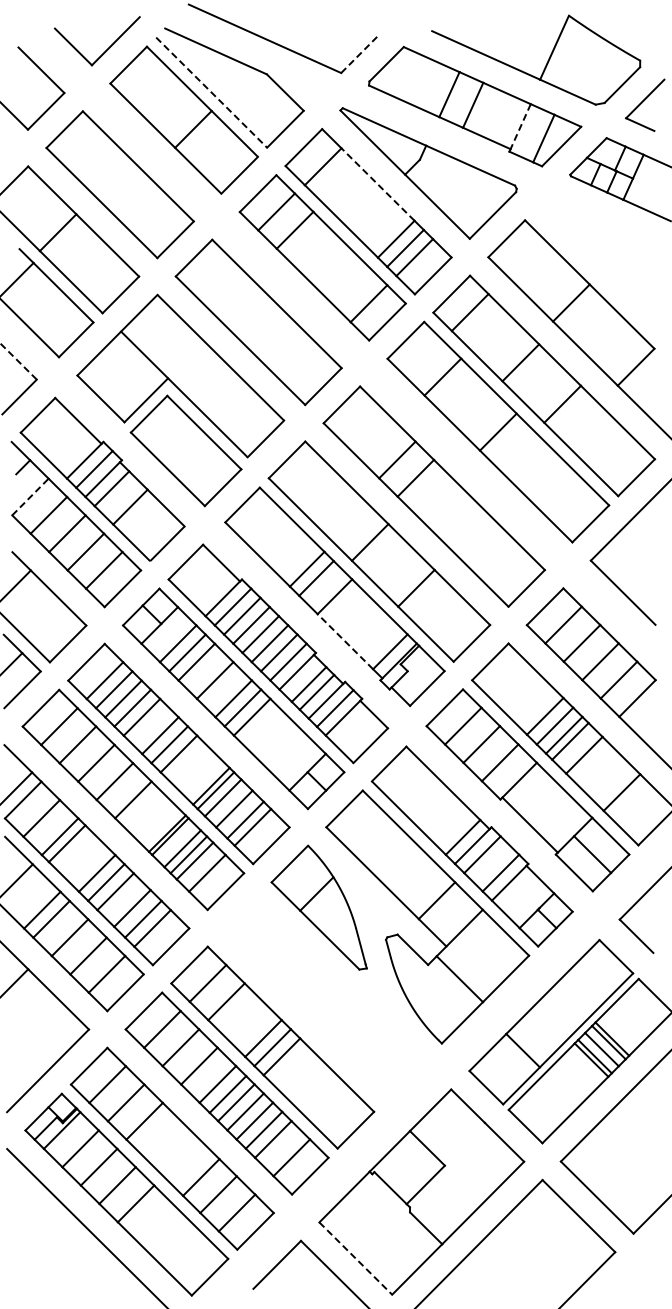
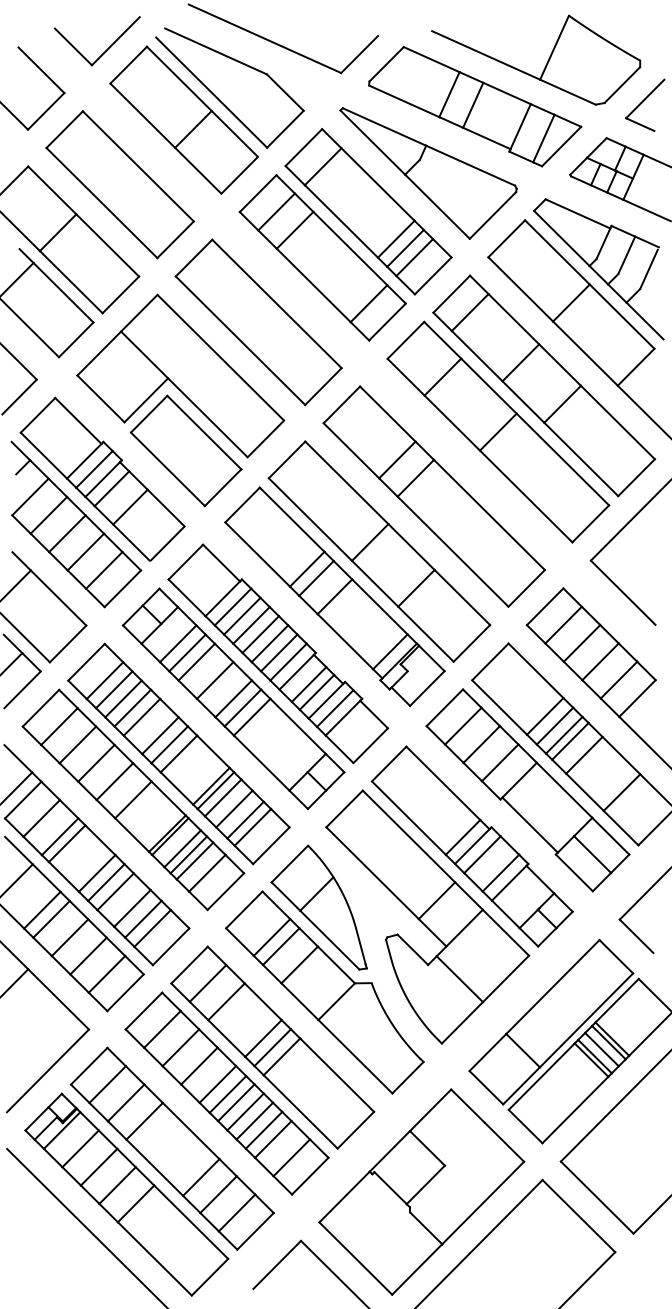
line at (359, 54): dashed -> solid
line at (212, 92): dashed -> solid
line at (520, 126): dashed -> solid
line at (377, 184): dashed -> solid
part at (598, 269): none -> present
line at (18, 361): dashed -> solid
line at (30, 497): dashed -> solid
line at (345, 641): dashed -> solid
part at (324, 992): none -> present
line at (356, 1258): dashed -> solid
